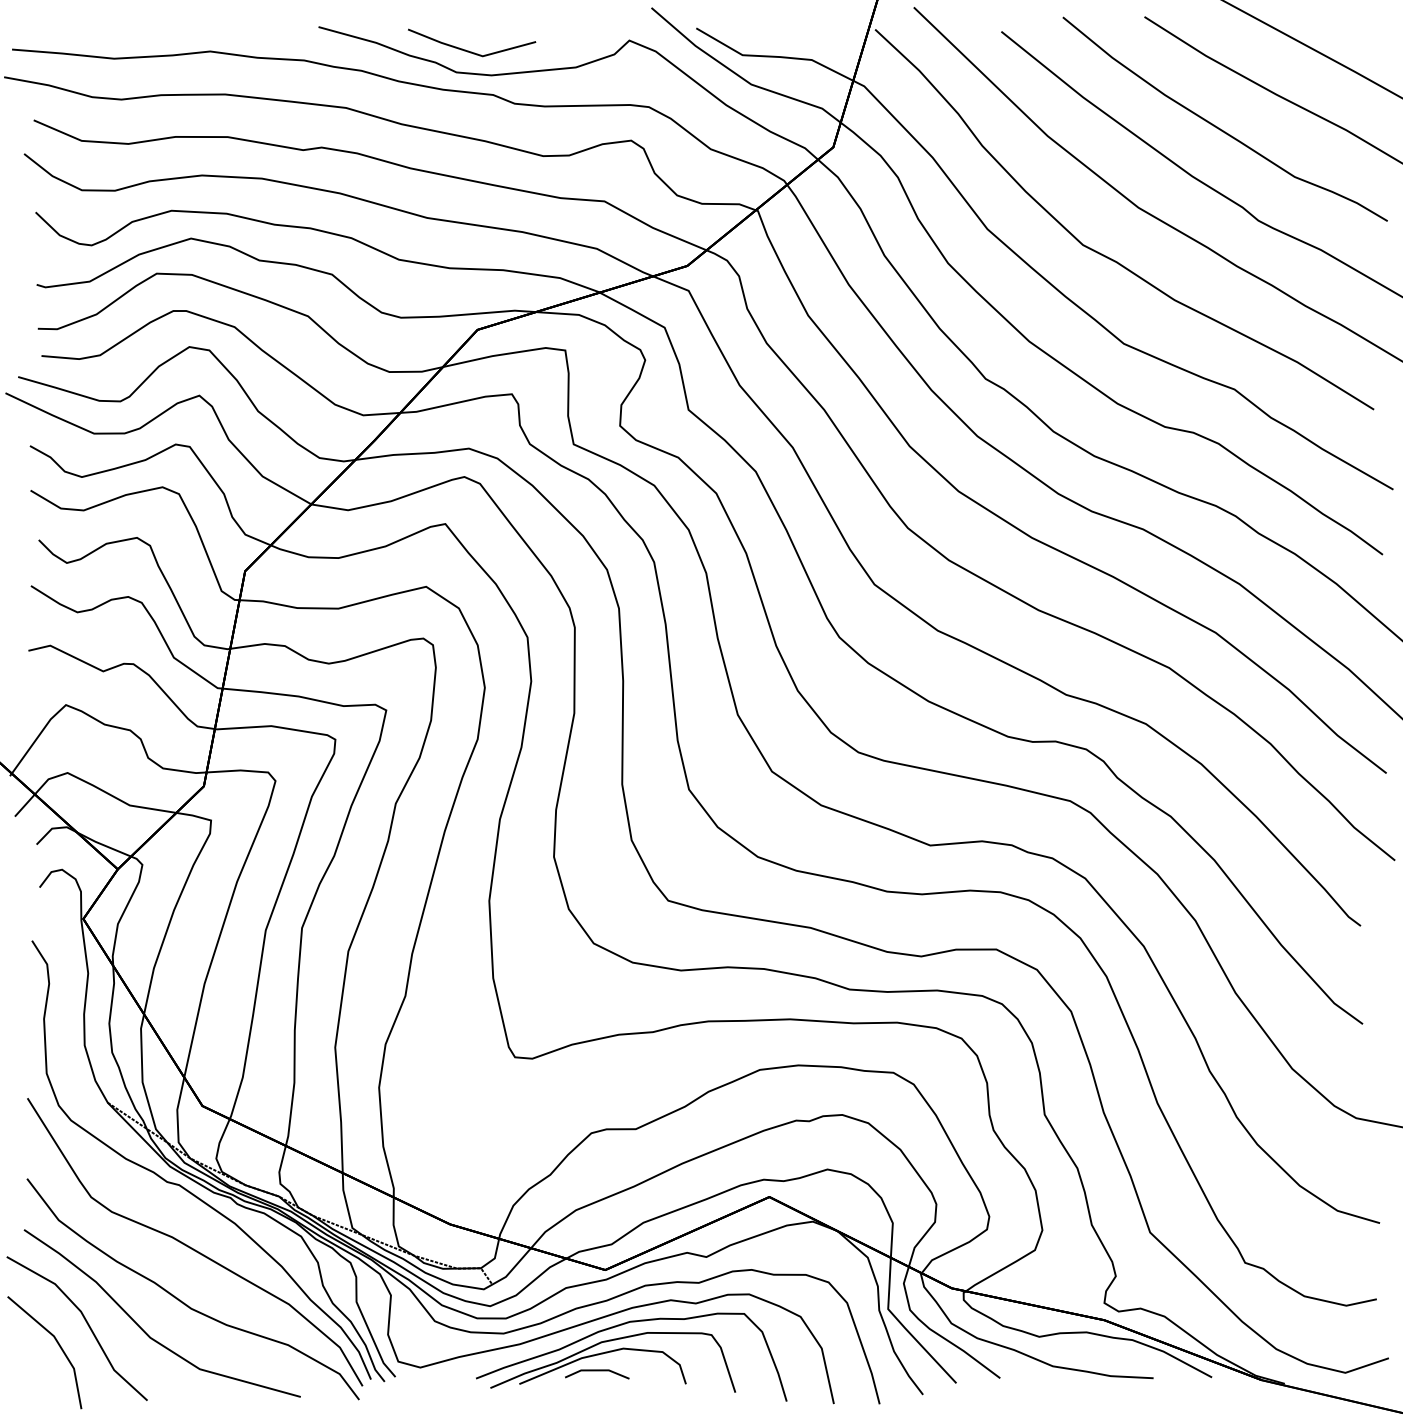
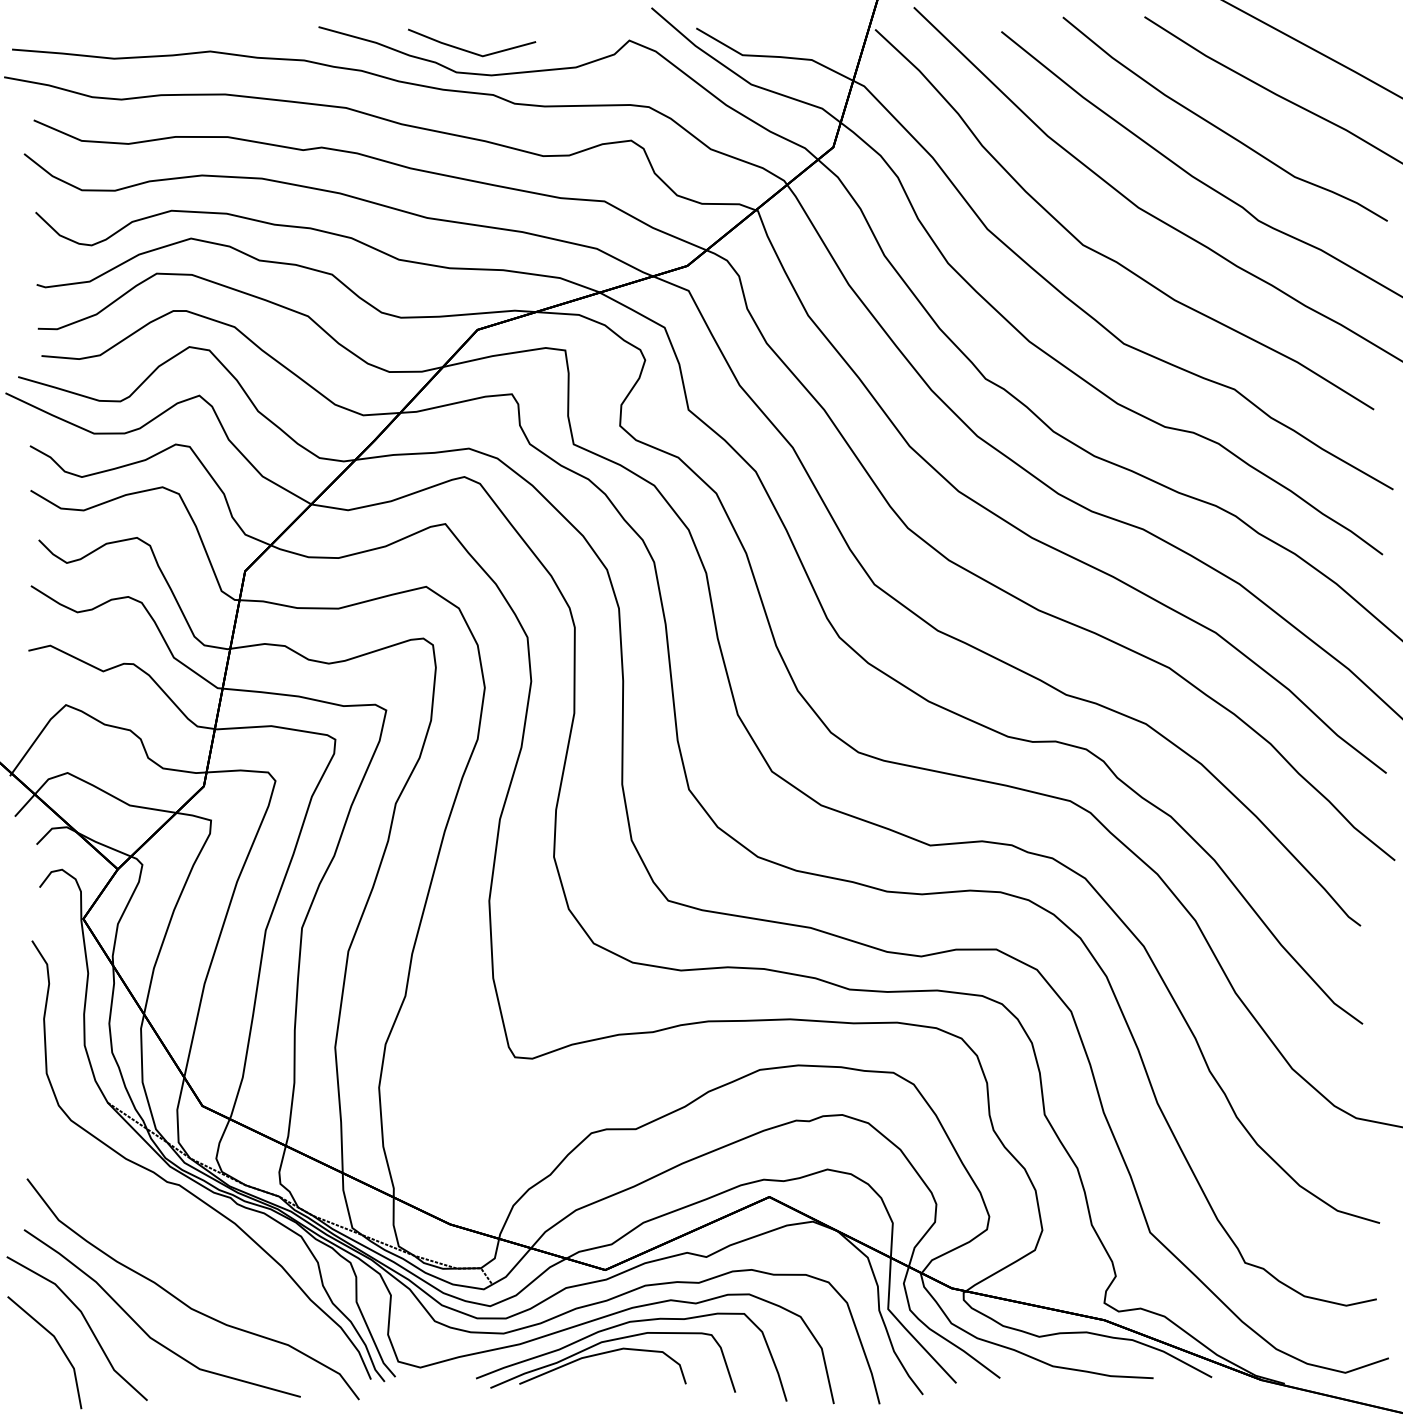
curve at (192, 1247): present -> none
line at (597, 1371): present -> none
